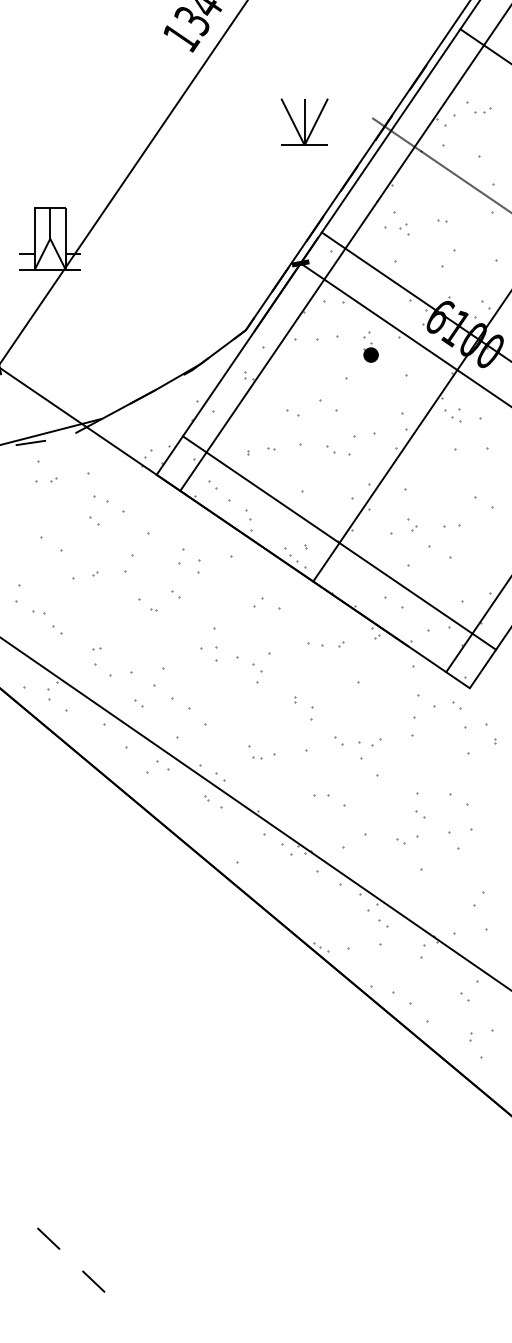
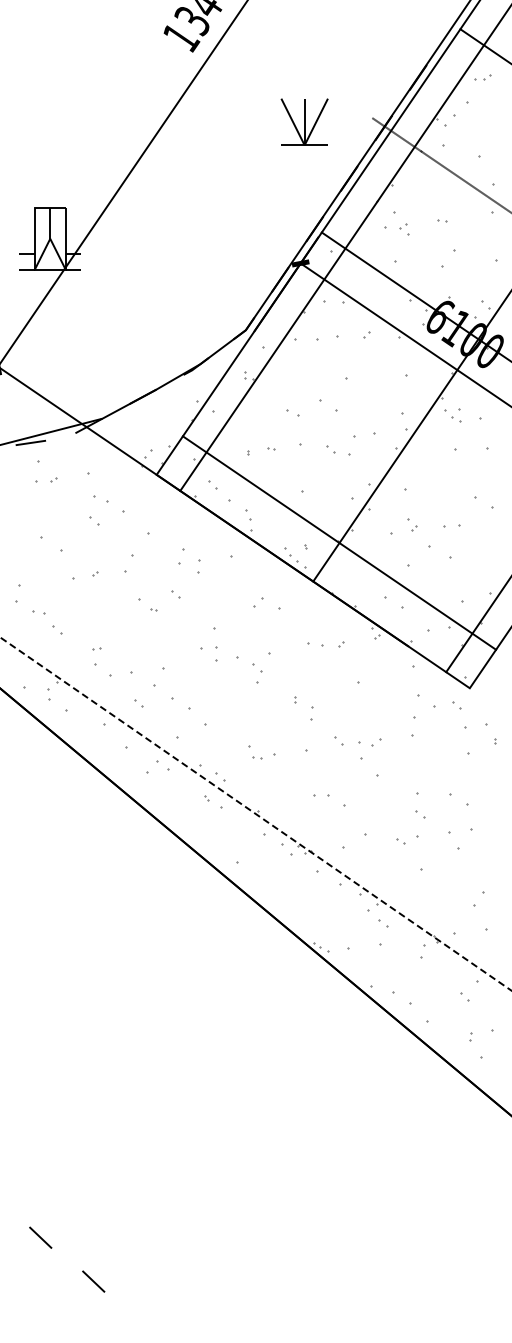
part at (482, 110) position: (482, 110) -> (482, 77)
part at (370, 352): present -> none
line at (255, 813): solid -> dashed
line at (48, 1238) position: (48, 1238) -> (40, 1237)
